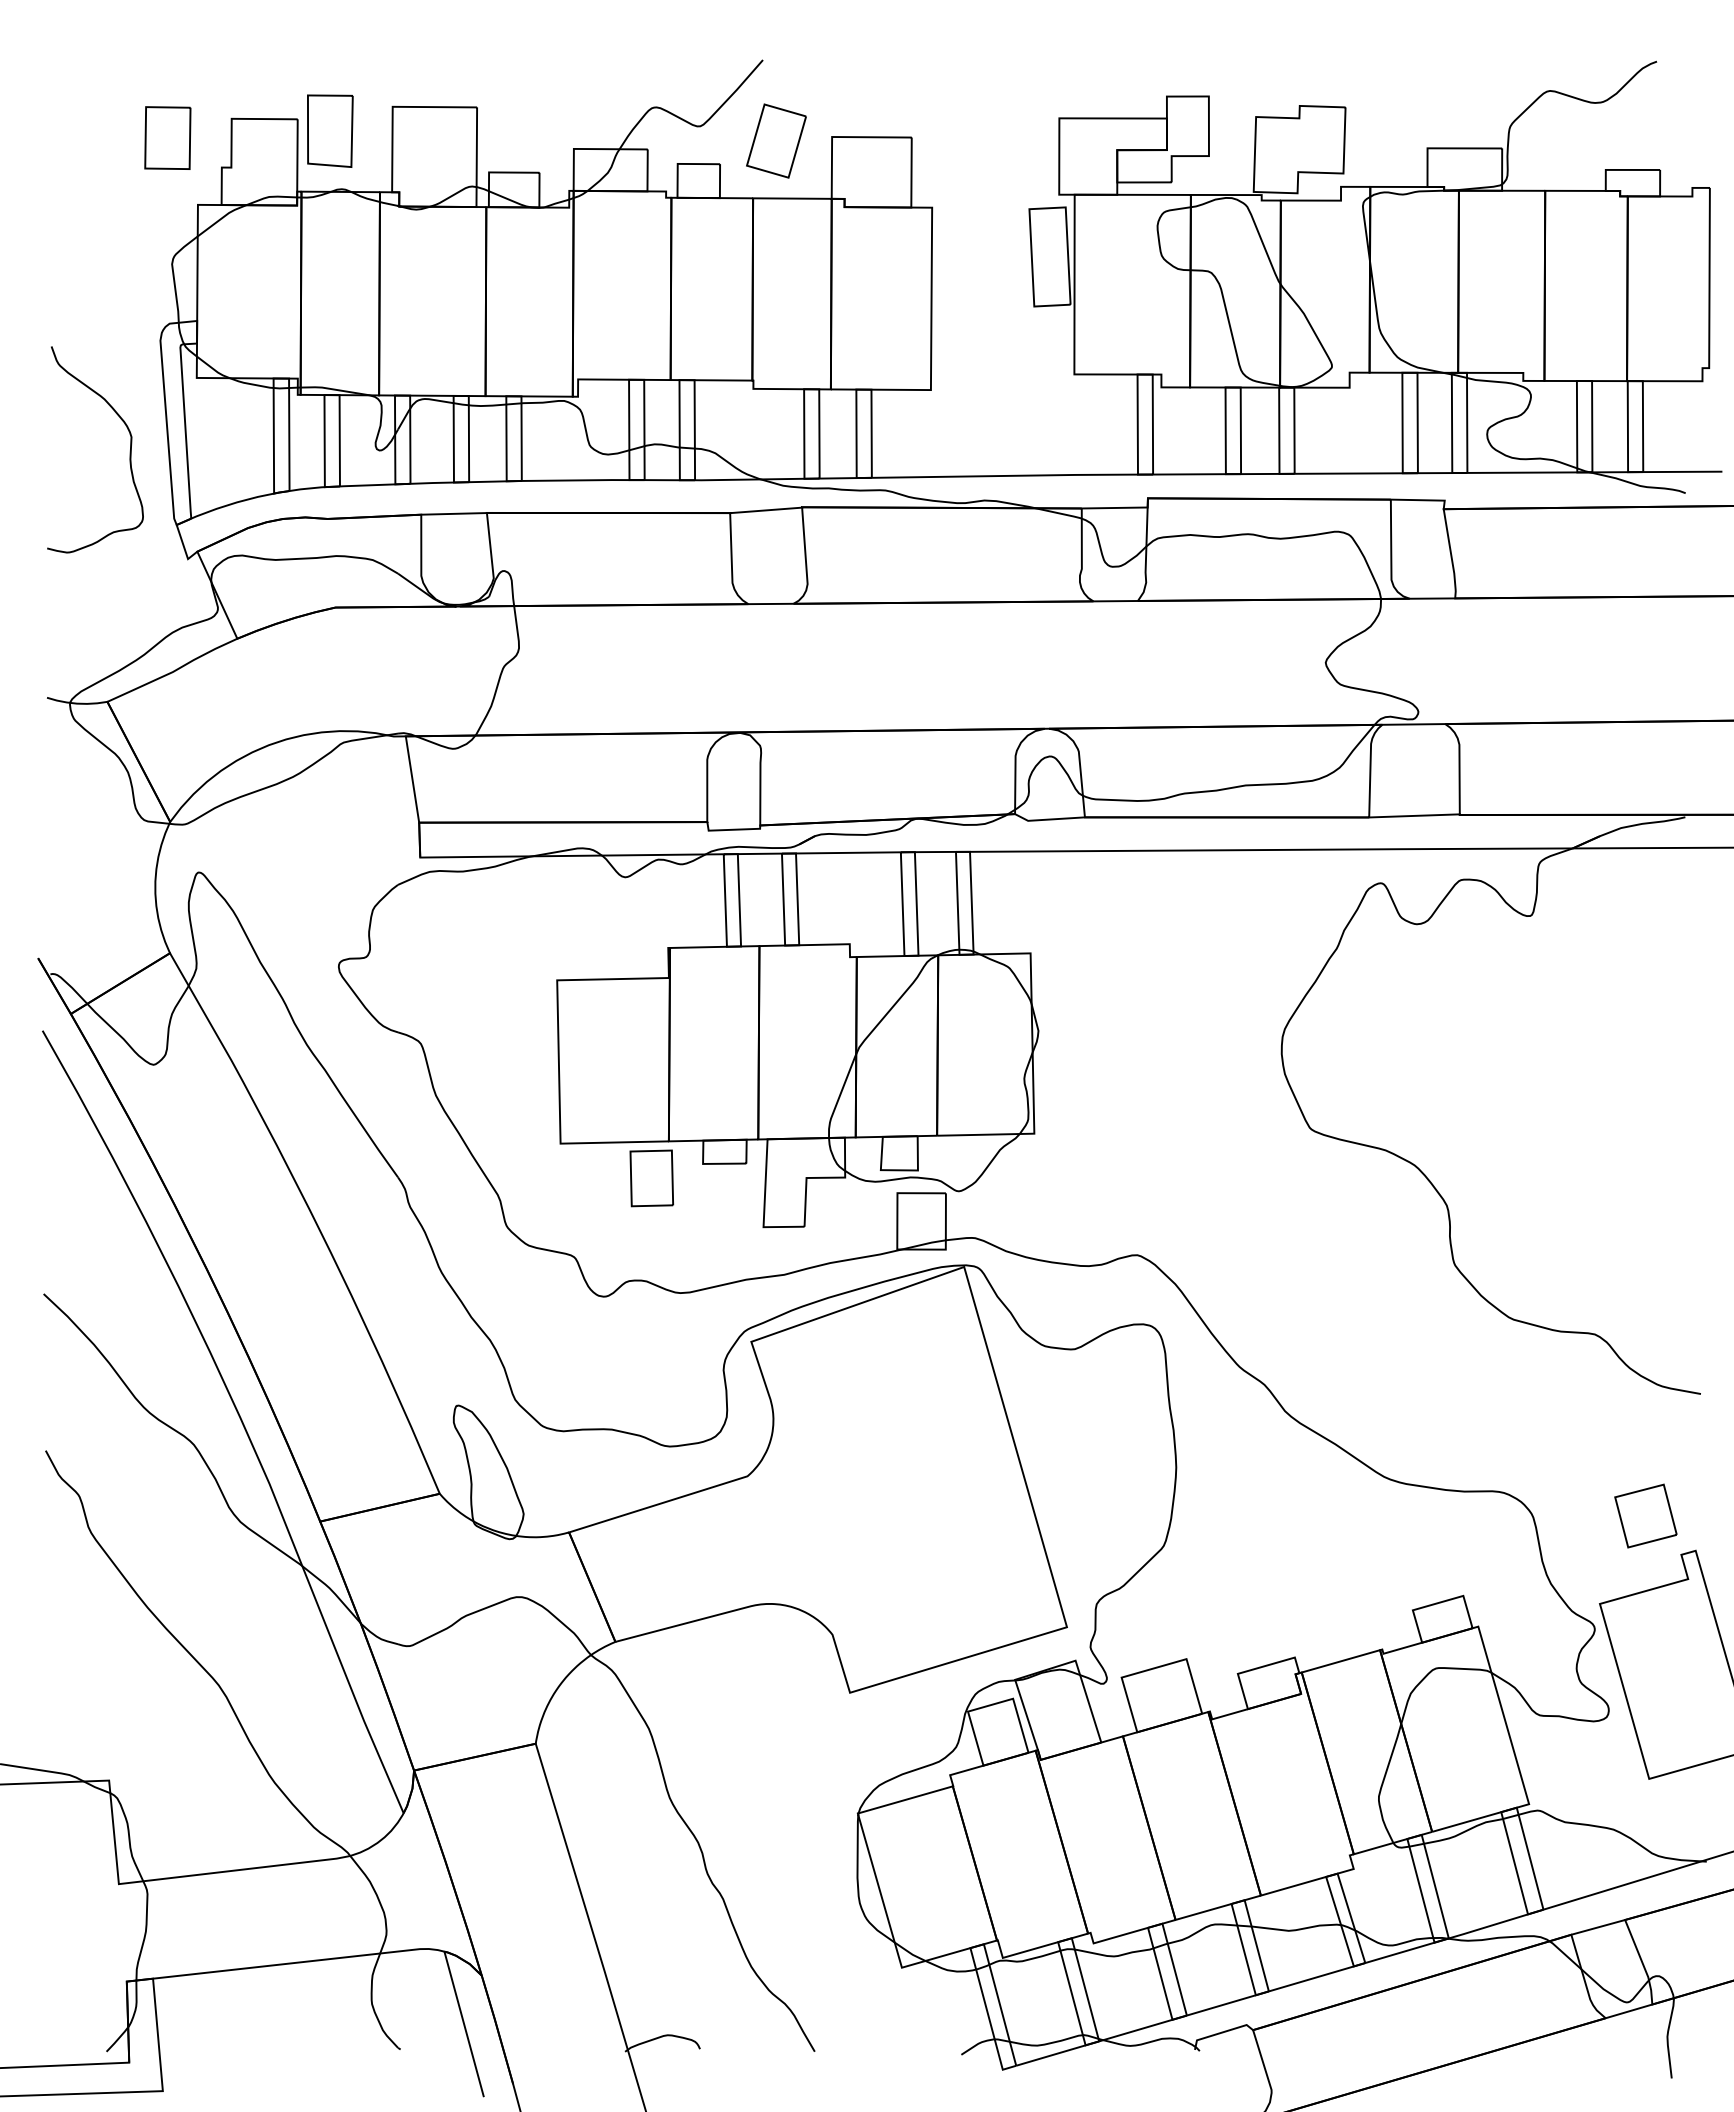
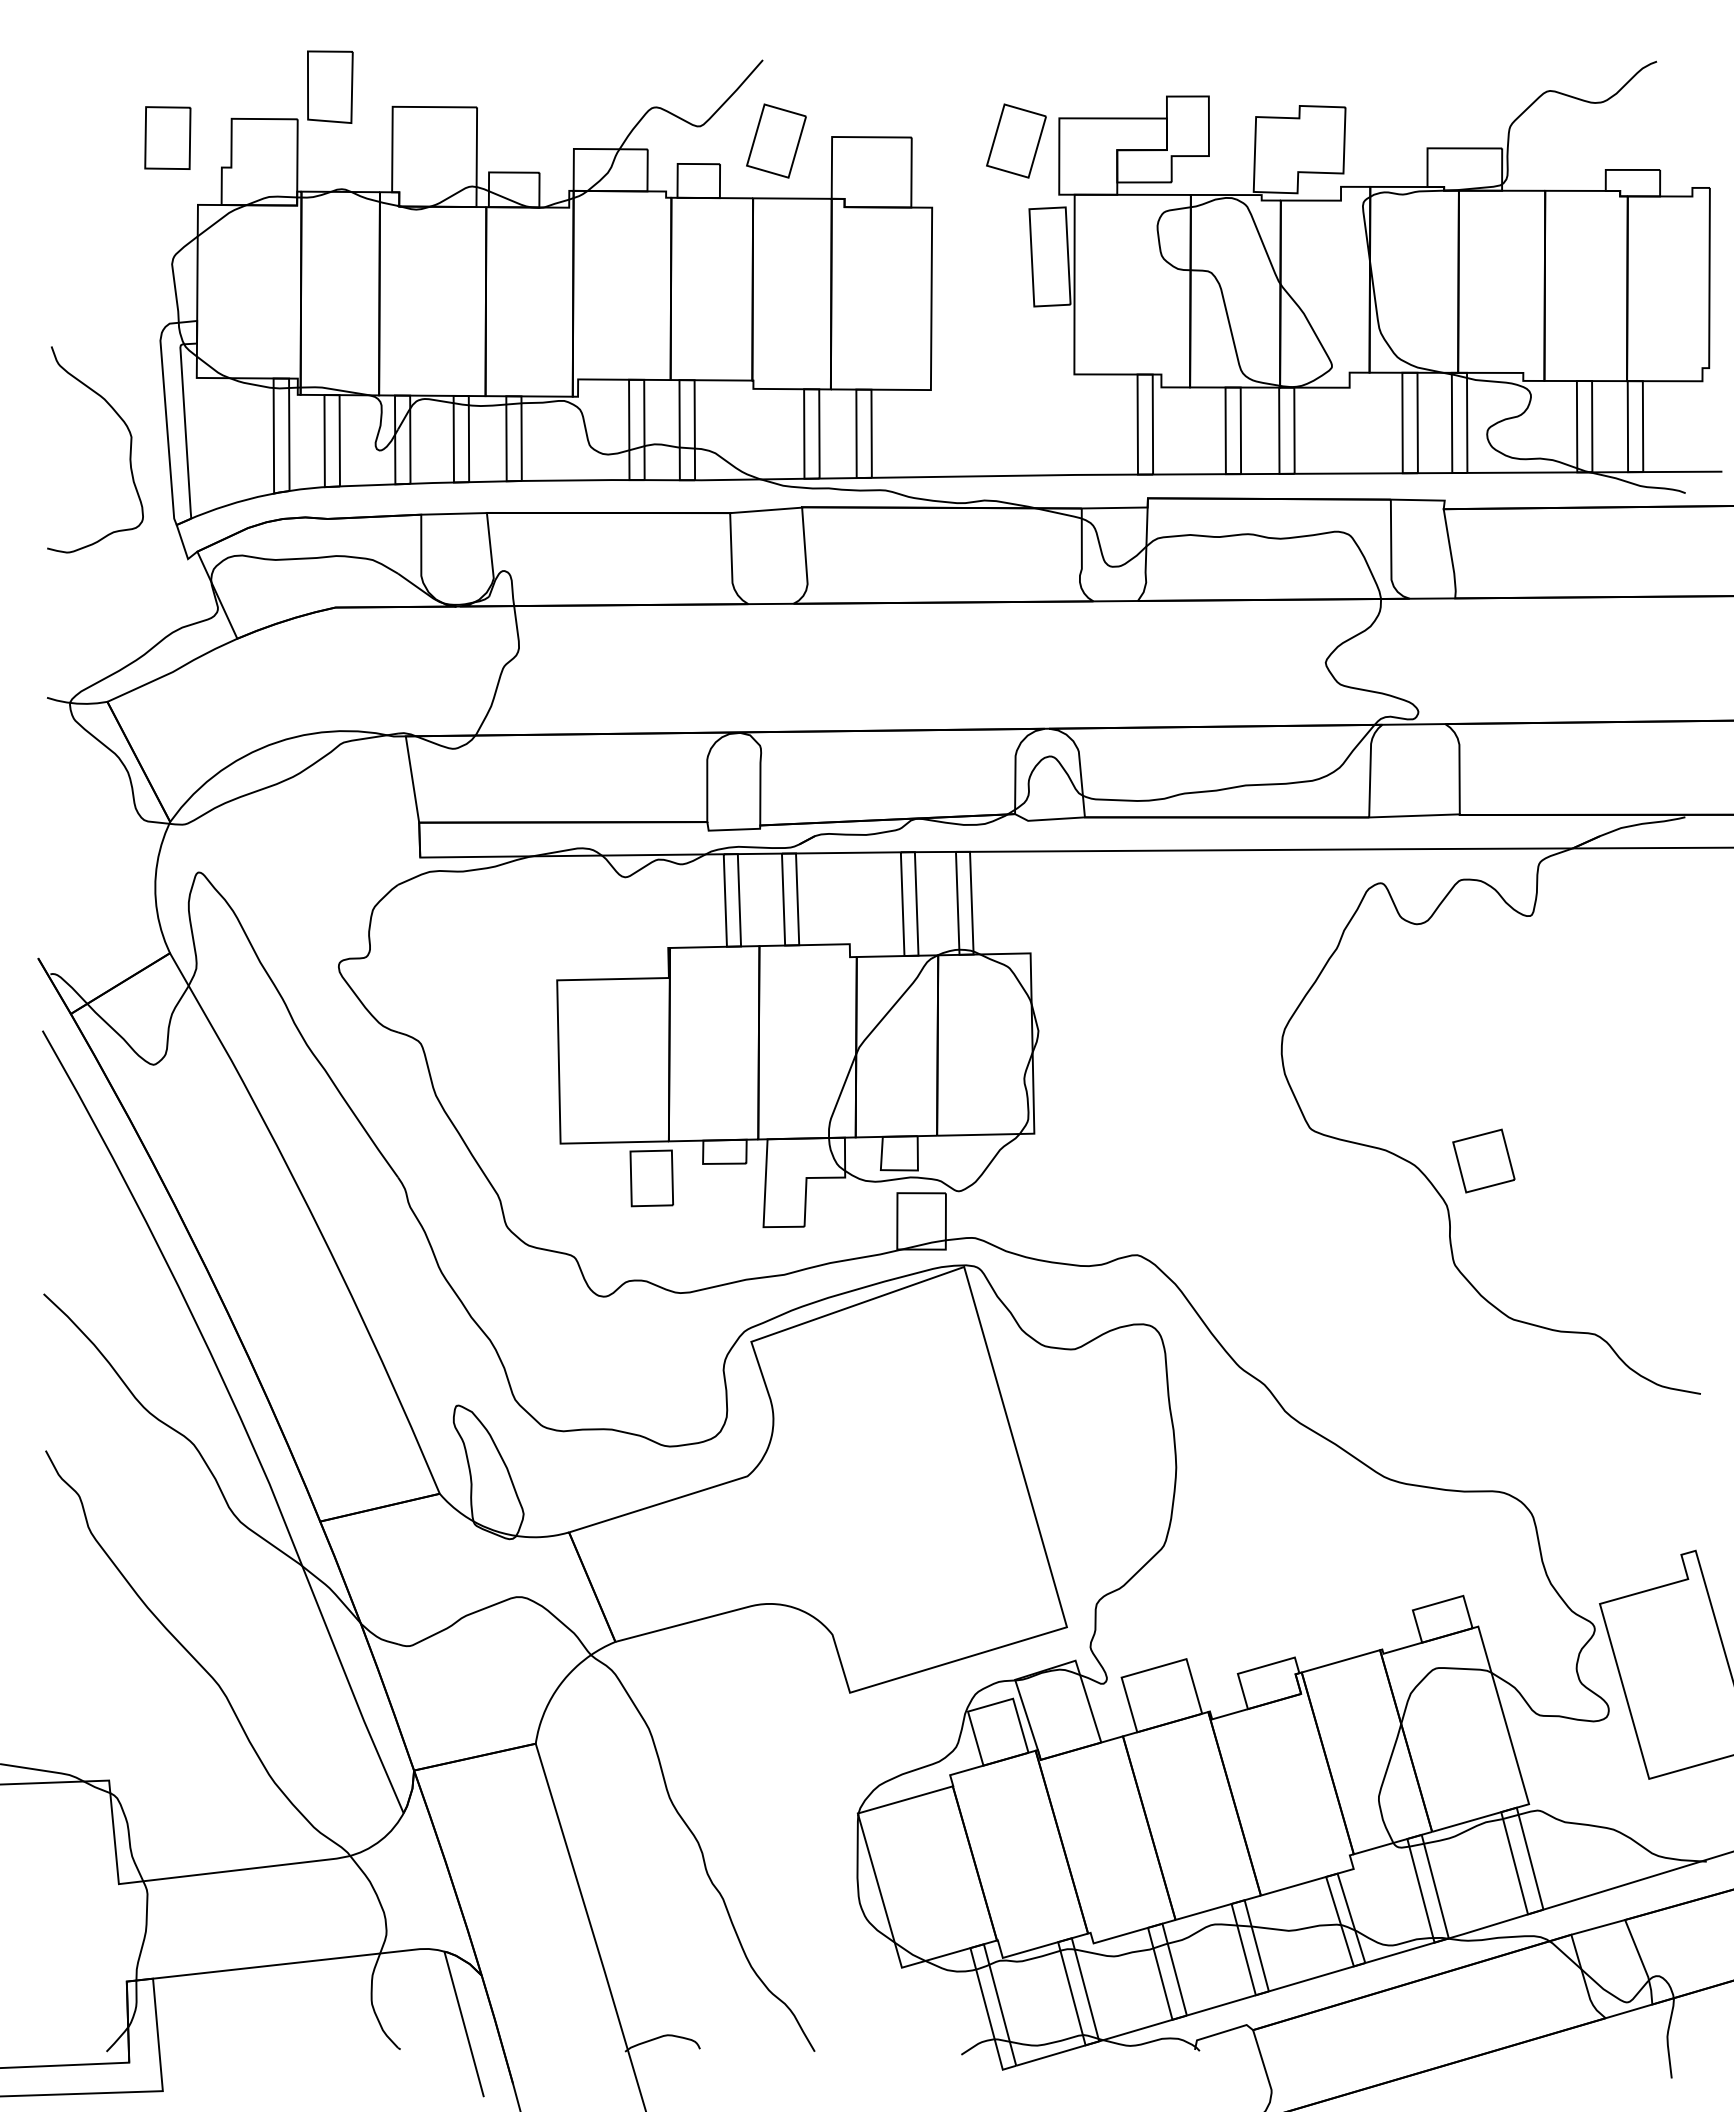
part at (330, 130) position: (330, 130) -> (330, 86)
part at (1016, 140): none -> present
part at (1645, 1515) position: (1645, 1515) -> (1483, 1160)
